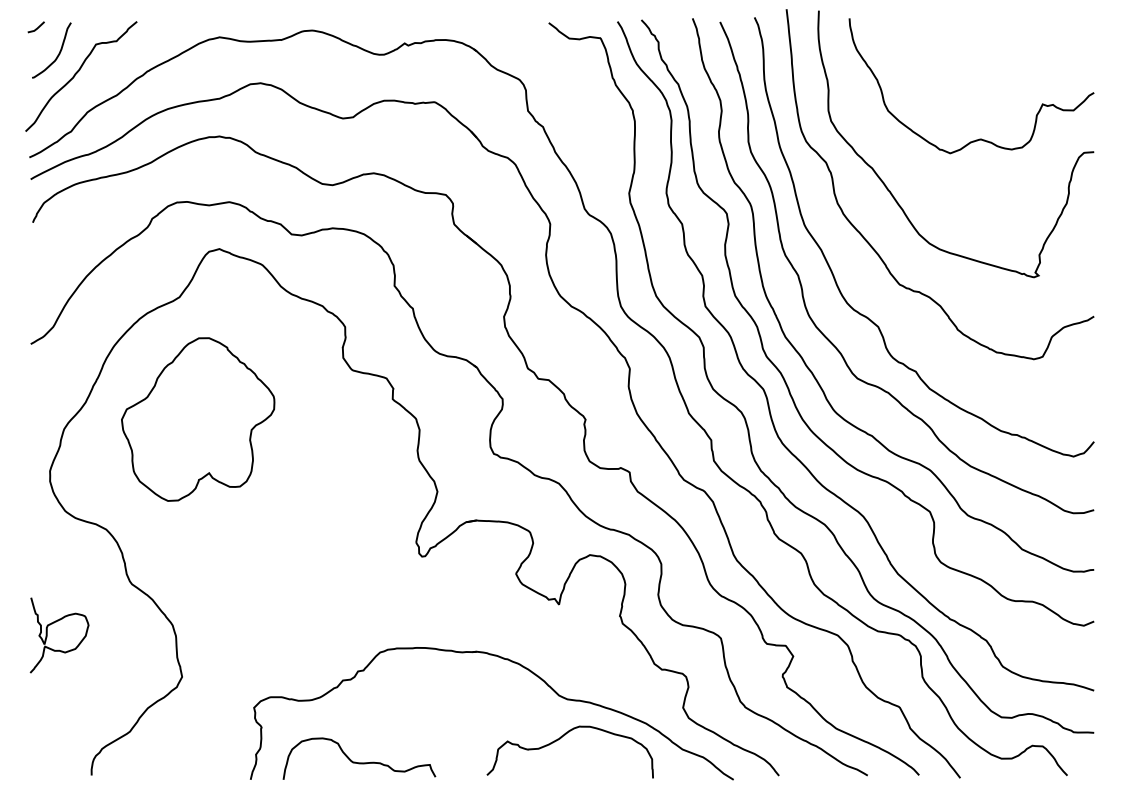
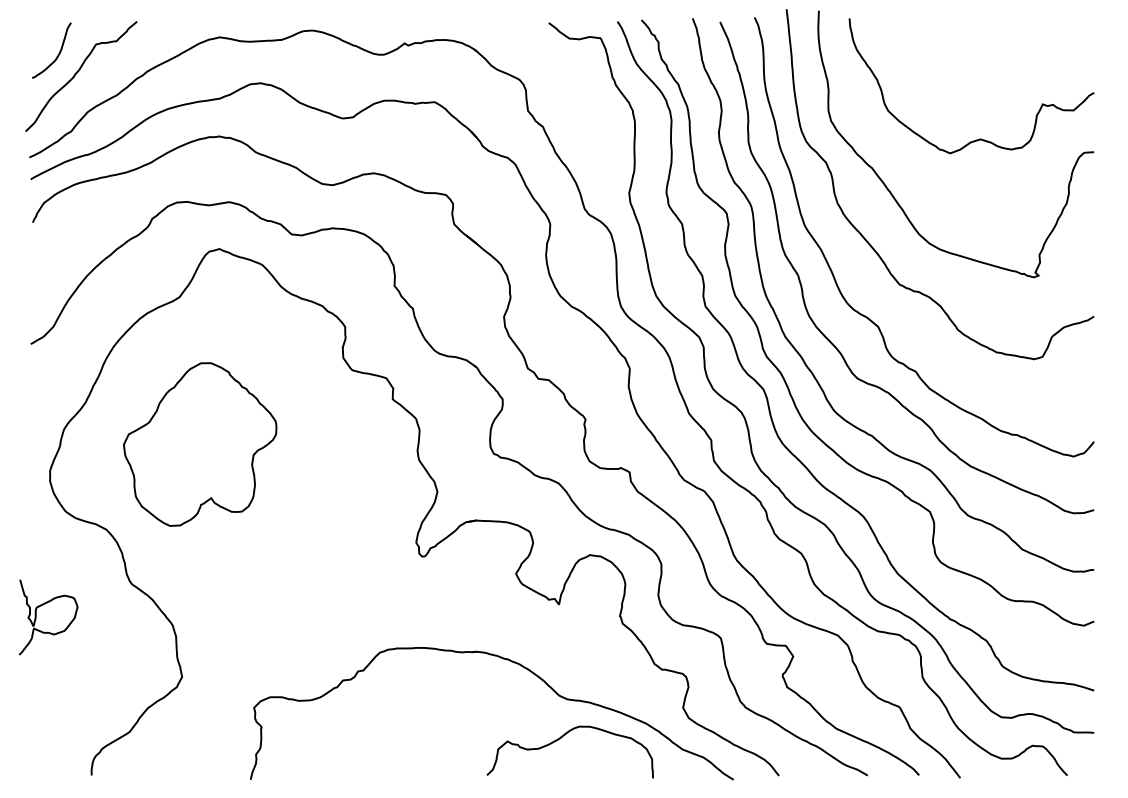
line at (35, 28): present -> none
part at (198, 419) position: (198, 419) -> (200, 444)
curve at (47, 635) position: (47, 635) -> (36, 617)
curve at (359, 762): present -> none
